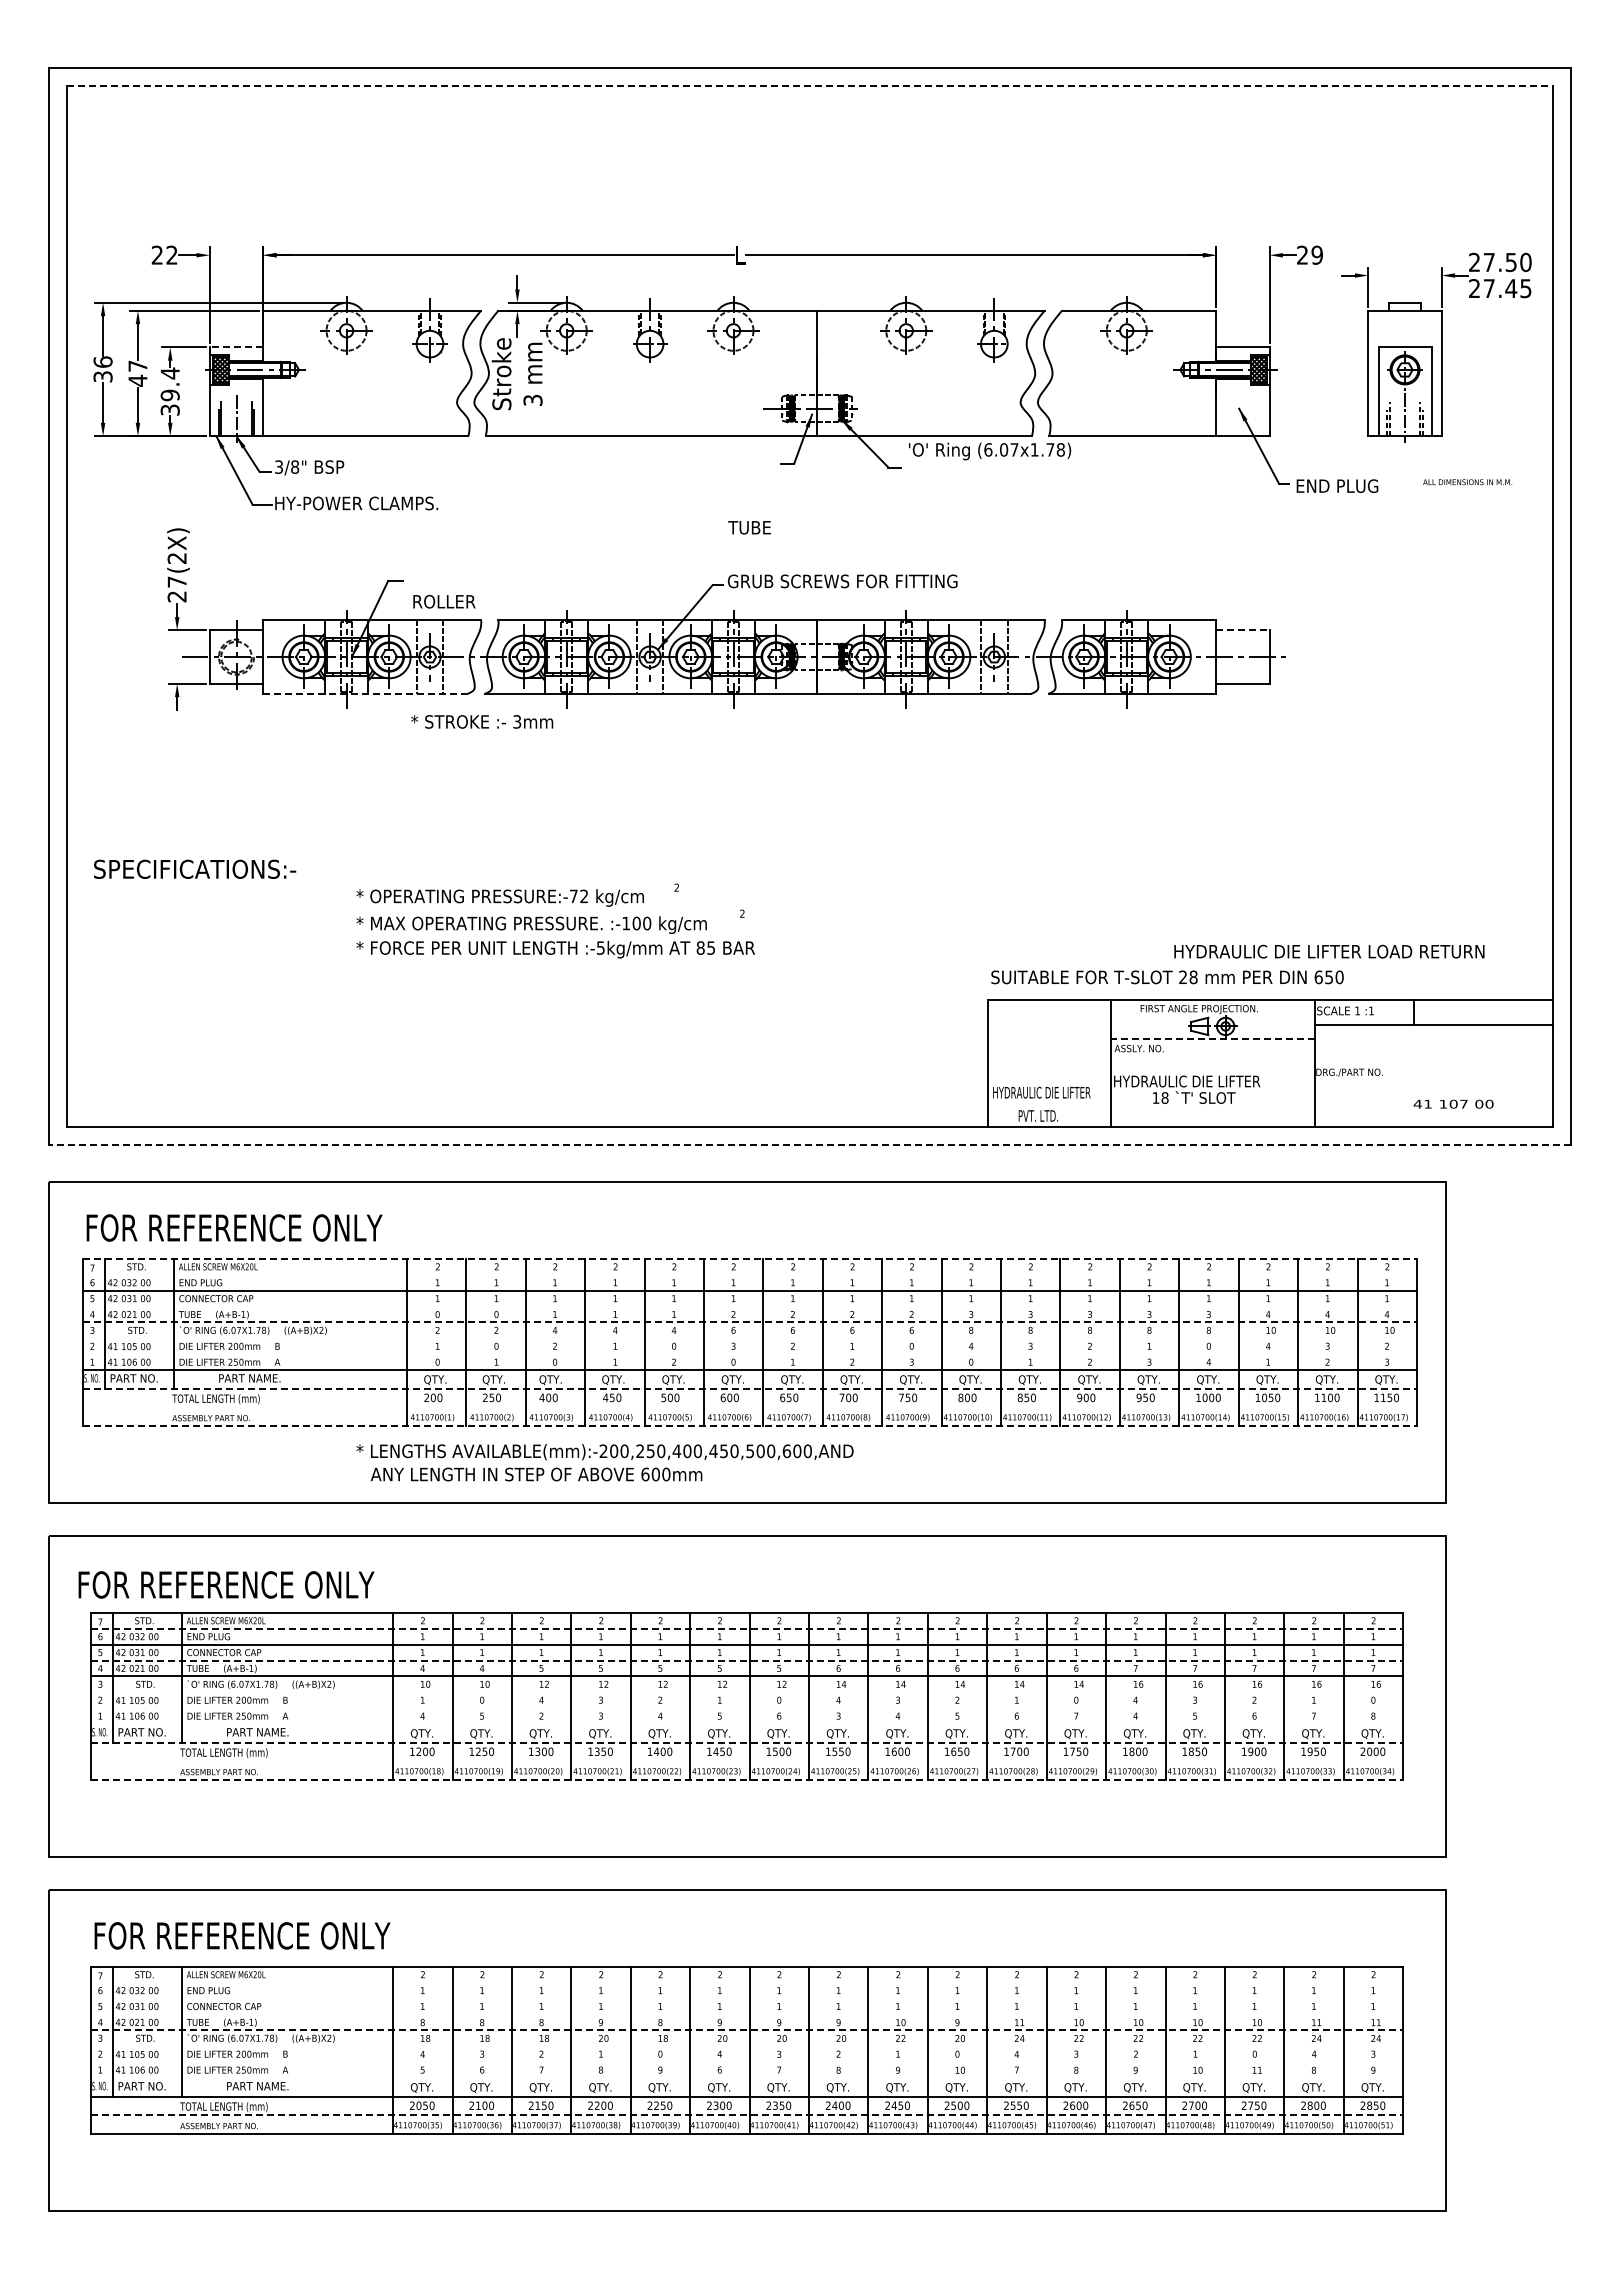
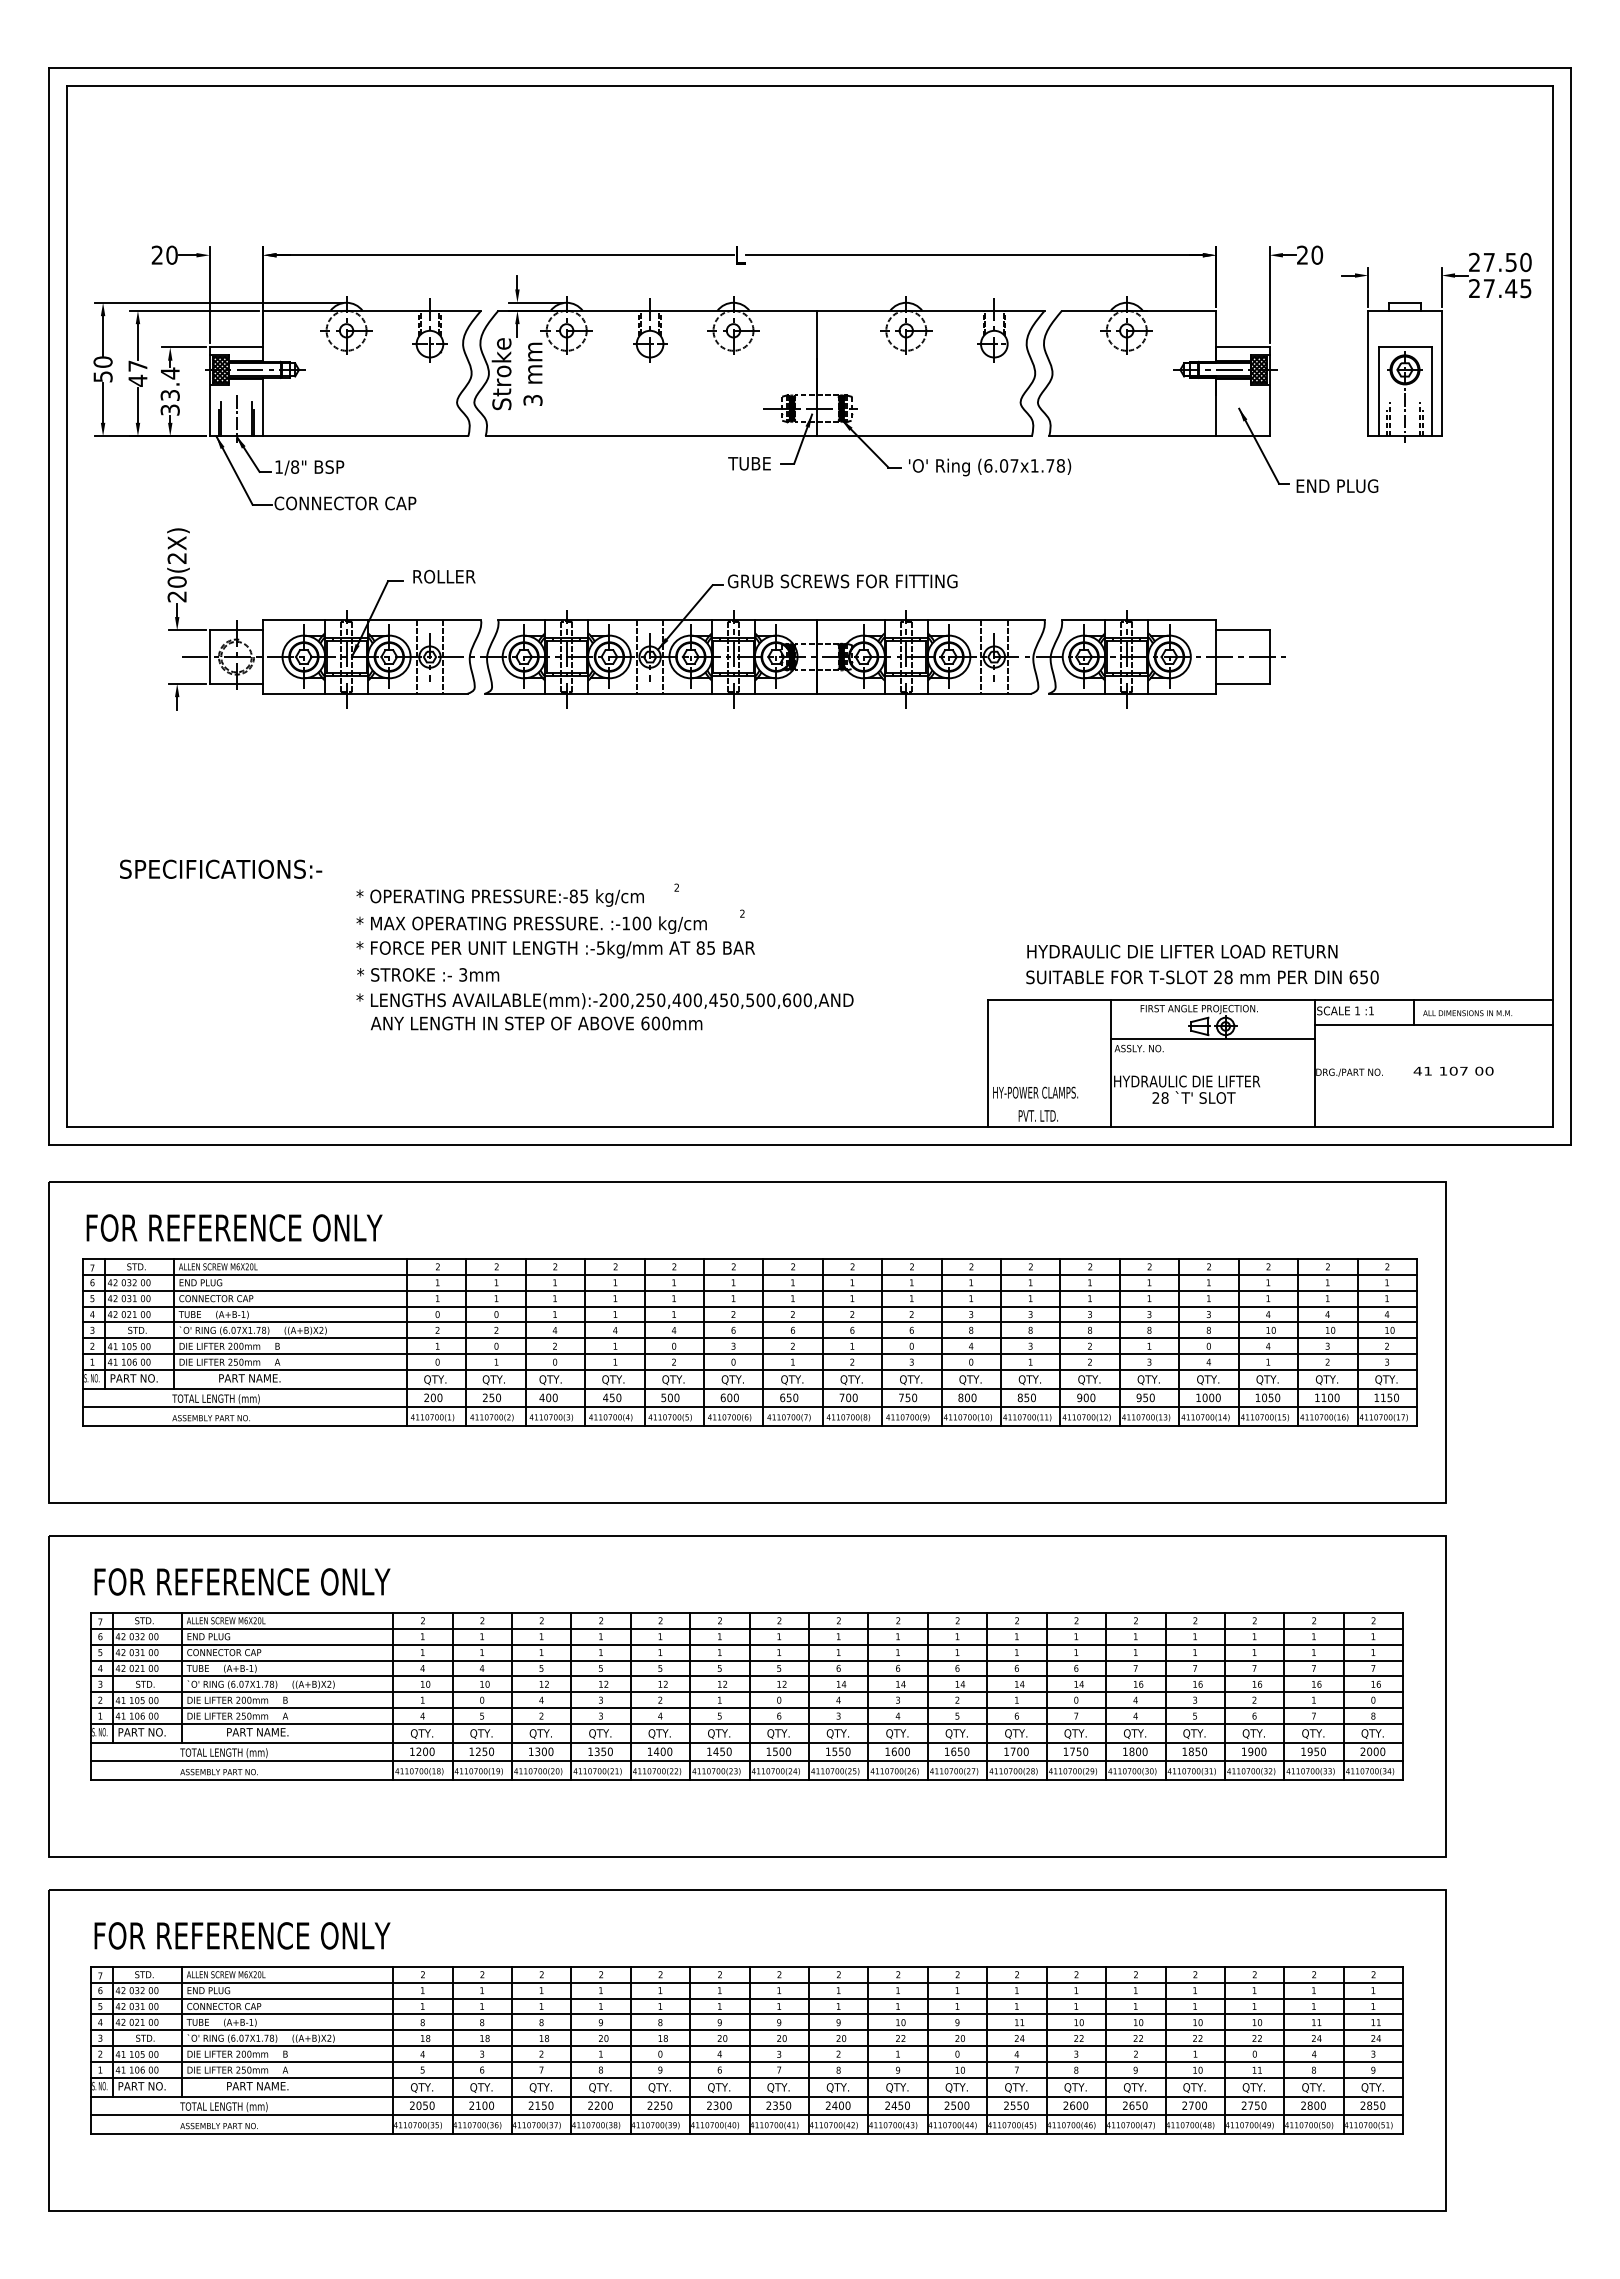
line at (810, 86): dashed -> solid
text at (171, 254): 22 -> 20
text at (1316, 254): 29 -> 20
line at (236, 347): dashed -> solid
text at (102, 368): 36 -> 50
text at (169, 395): 39.4 -> 33.4
text at (990, 451) position: (990, 451) -> (990, 467)
text at (278, 466): 3/8" -> 1/8"
text at (1467, 482) position: (1467, 482) -> (1467, 1013)
text at (356, 503): HY-POWER CLAMPS. -> CONNECTOR CAP
text at (749, 527) position: (749, 527) -> (749, 463)
text at (176, 581): 27(2X) -> 20(2X)
text at (444, 601) position: (444, 601) -> (444, 576)
line at (1242, 630): dashed -> solid
line at (365, 693): dashed -> solid
text at (482, 721) position: (482, 721) -> (428, 974)
text at (195, 868) position: (195, 868) -> (221, 868)
text at (578, 896): PRESSURE:-72 -> PRESSURE:-85
text at (1329, 951) position: (1329, 951) -> (1182, 951)
text at (1167, 977) position: (1167, 977) -> (1202, 977)
line at (1212, 1039): dashed -> solid
text at (1047, 1092): HYDRAULIC DIE LIFTER -> HY-POWER CLAMPS.
text at (1155, 1097): 18 -> 28
text at (1453, 1103) position: (1453, 1103) -> (1453, 1070)
line at (809, 1145): dashed -> solid
line at (750, 1258): dashed -> solid
line at (749, 1274): none -> present
line at (749, 1306): none -> present
line at (750, 1322): dashed -> solid
line at (749, 1338): none -> present
line at (749, 1354): none -> present
line at (750, 1388): dashed -> solid
line at (749, 1407): none -> present
line at (750, 1425): dashed -> solid
text at (604, 1462) position: (604, 1462) -> (604, 1011)
text at (226, 1584) position: (226, 1584) -> (242, 1581)
line at (747, 1628): dashed -> solid
line at (747, 1660): dashed -> solid
line at (746, 1692): none -> present
line at (746, 1708): none -> present
line at (746, 1724): none -> present
line at (747, 1742): dashed -> solid
line at (746, 1761): none -> present
line at (747, 1779): dashed -> solid
line at (746, 1982): none -> present
line at (746, 1998): none -> present
line at (746, 2014): none -> present
line at (747, 2030): dashed -> solid
line at (746, 2046): none -> present
line at (746, 2062): none -> present
line at (746, 2078): none -> present
line at (747, 2115): dashed -> solid
